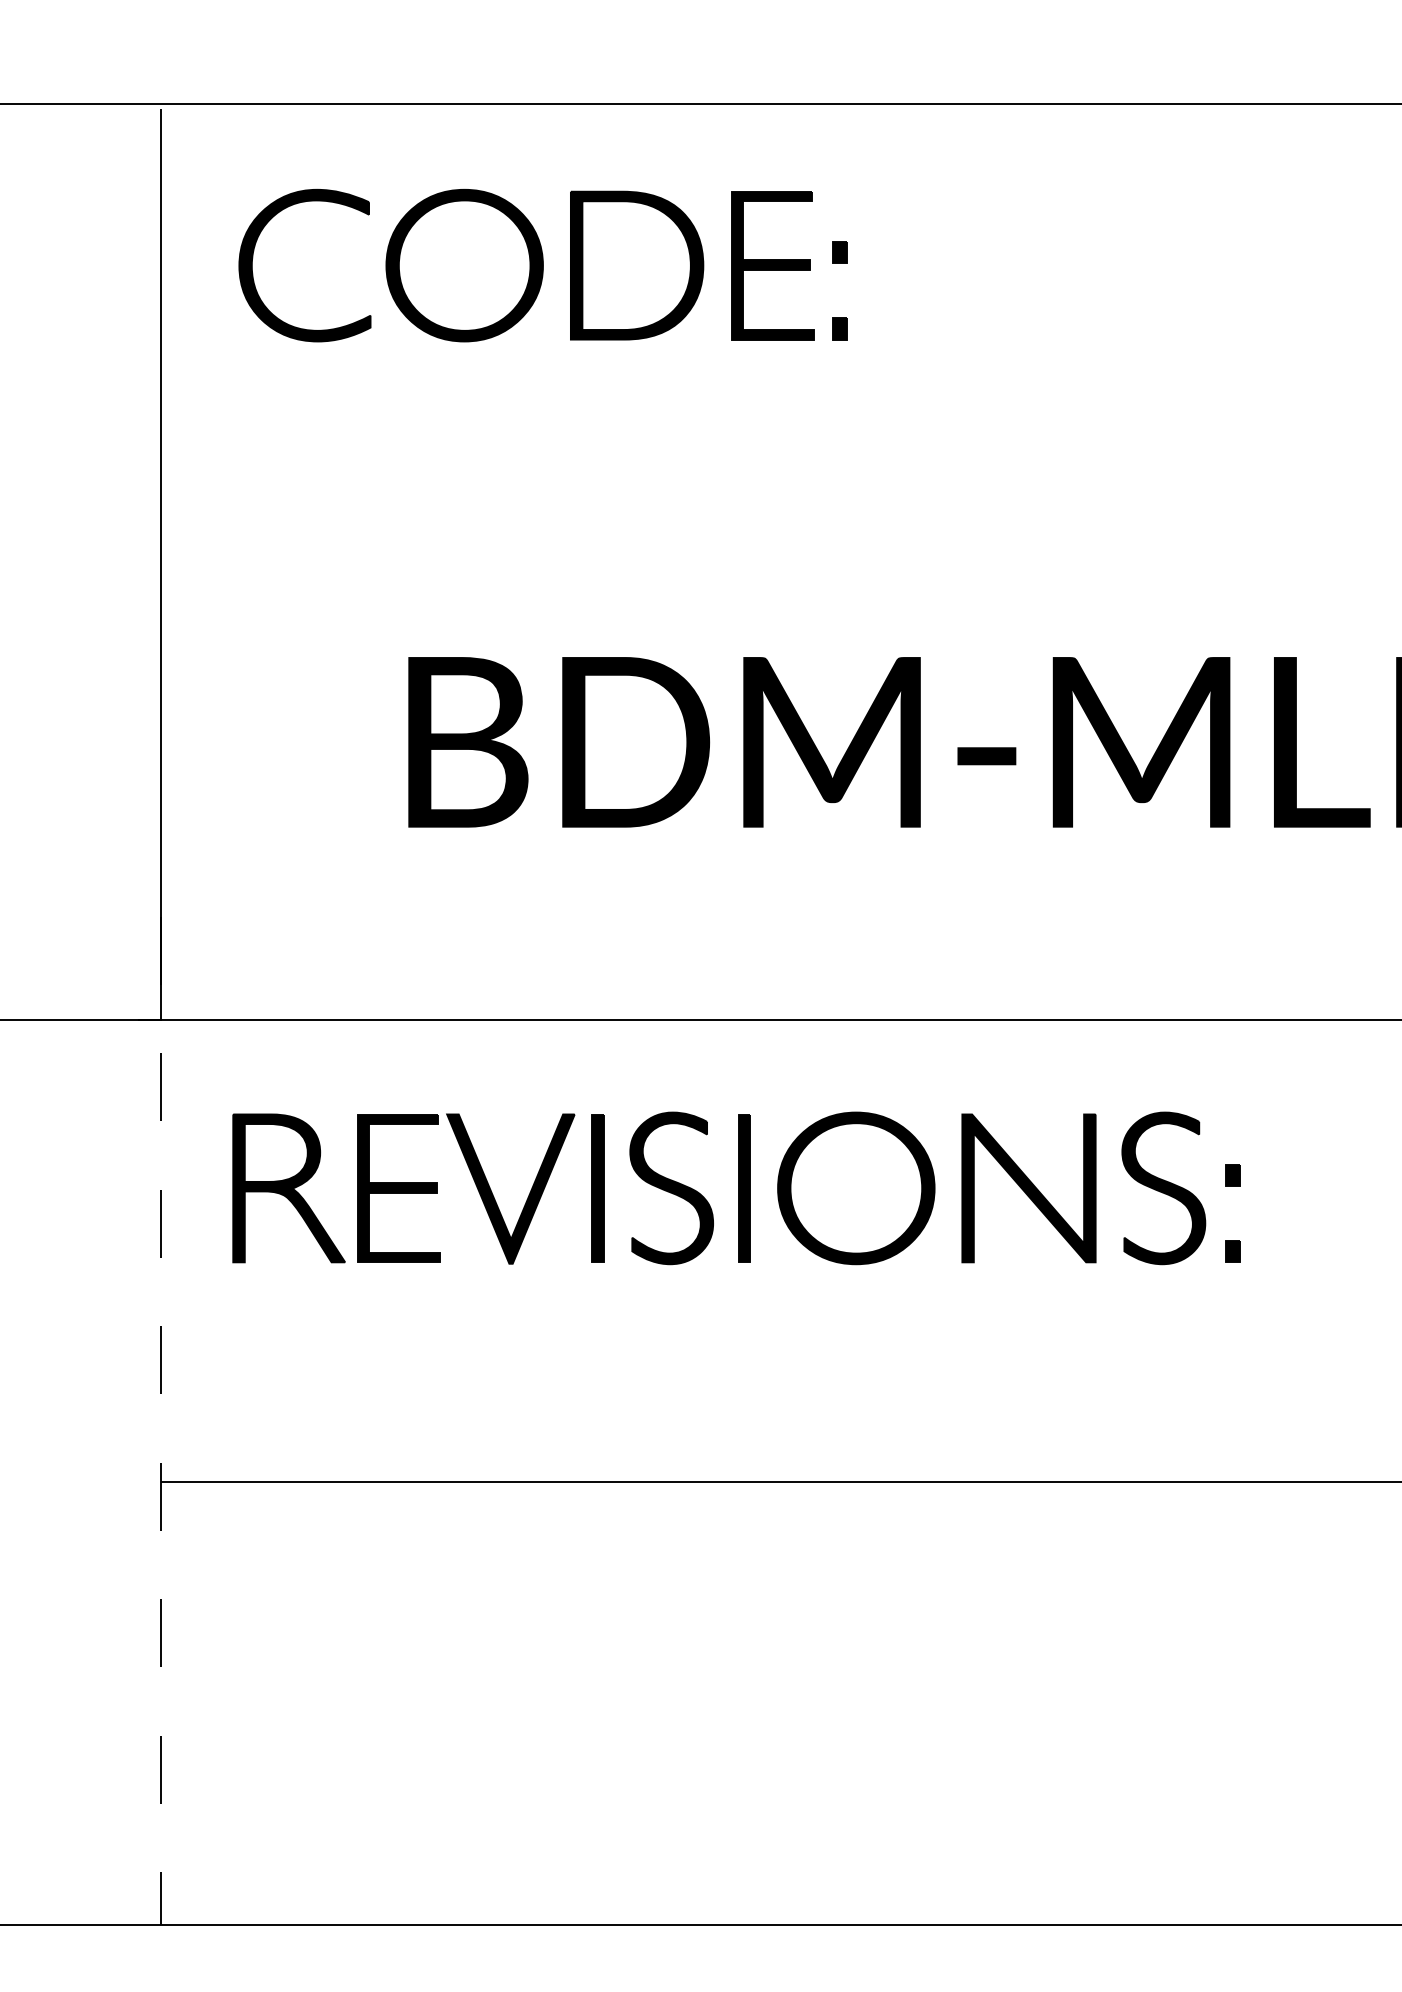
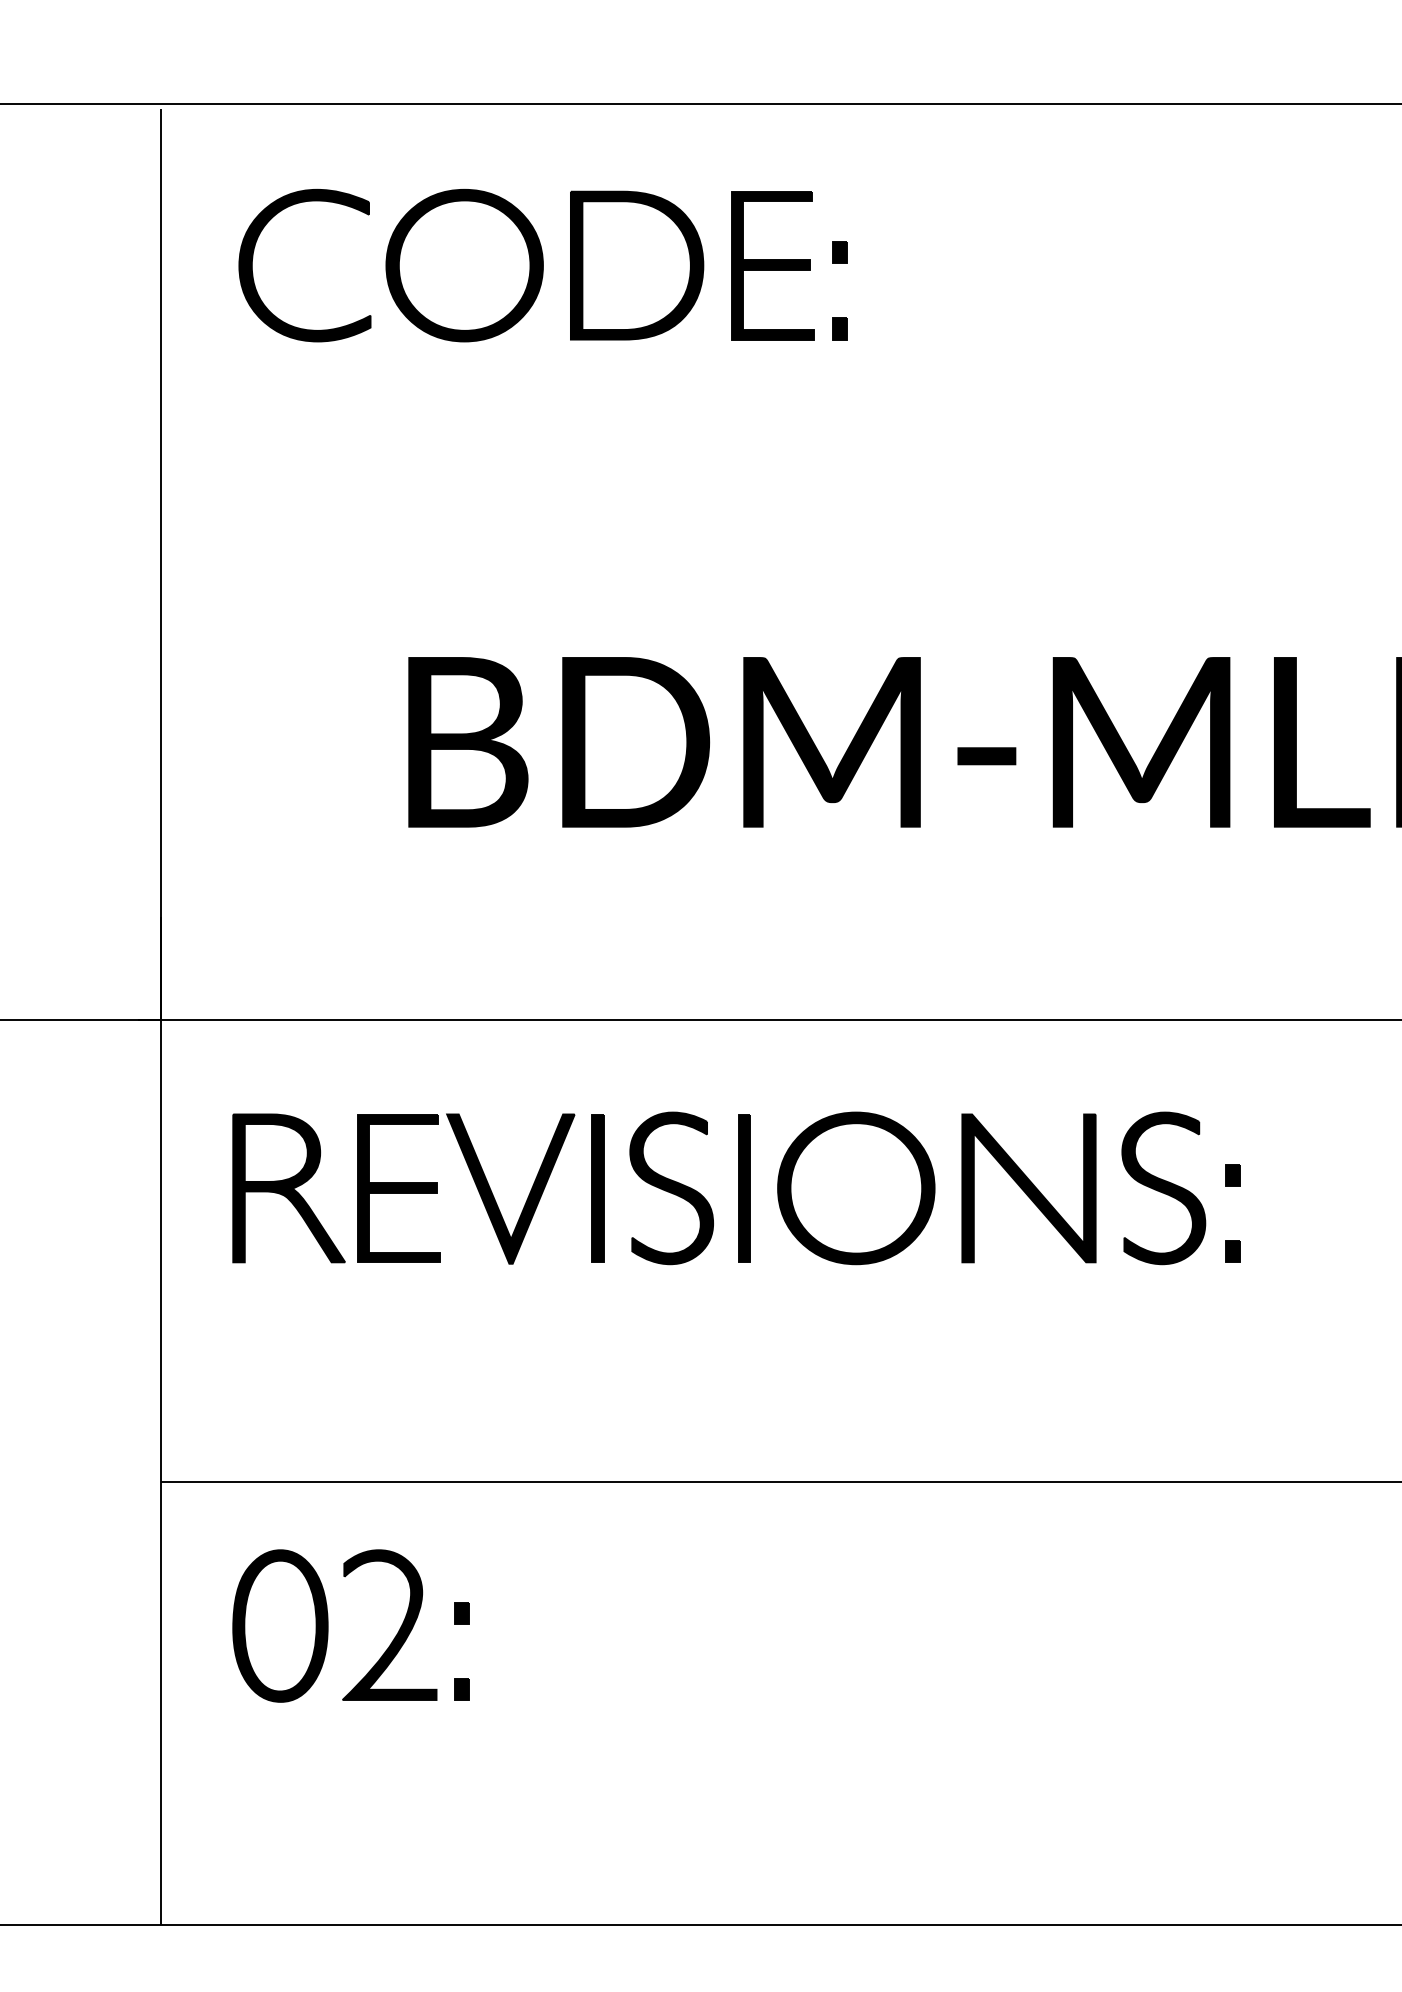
line at (161, 1421): dashed -> solid
part at (328, 1625): none -> present
